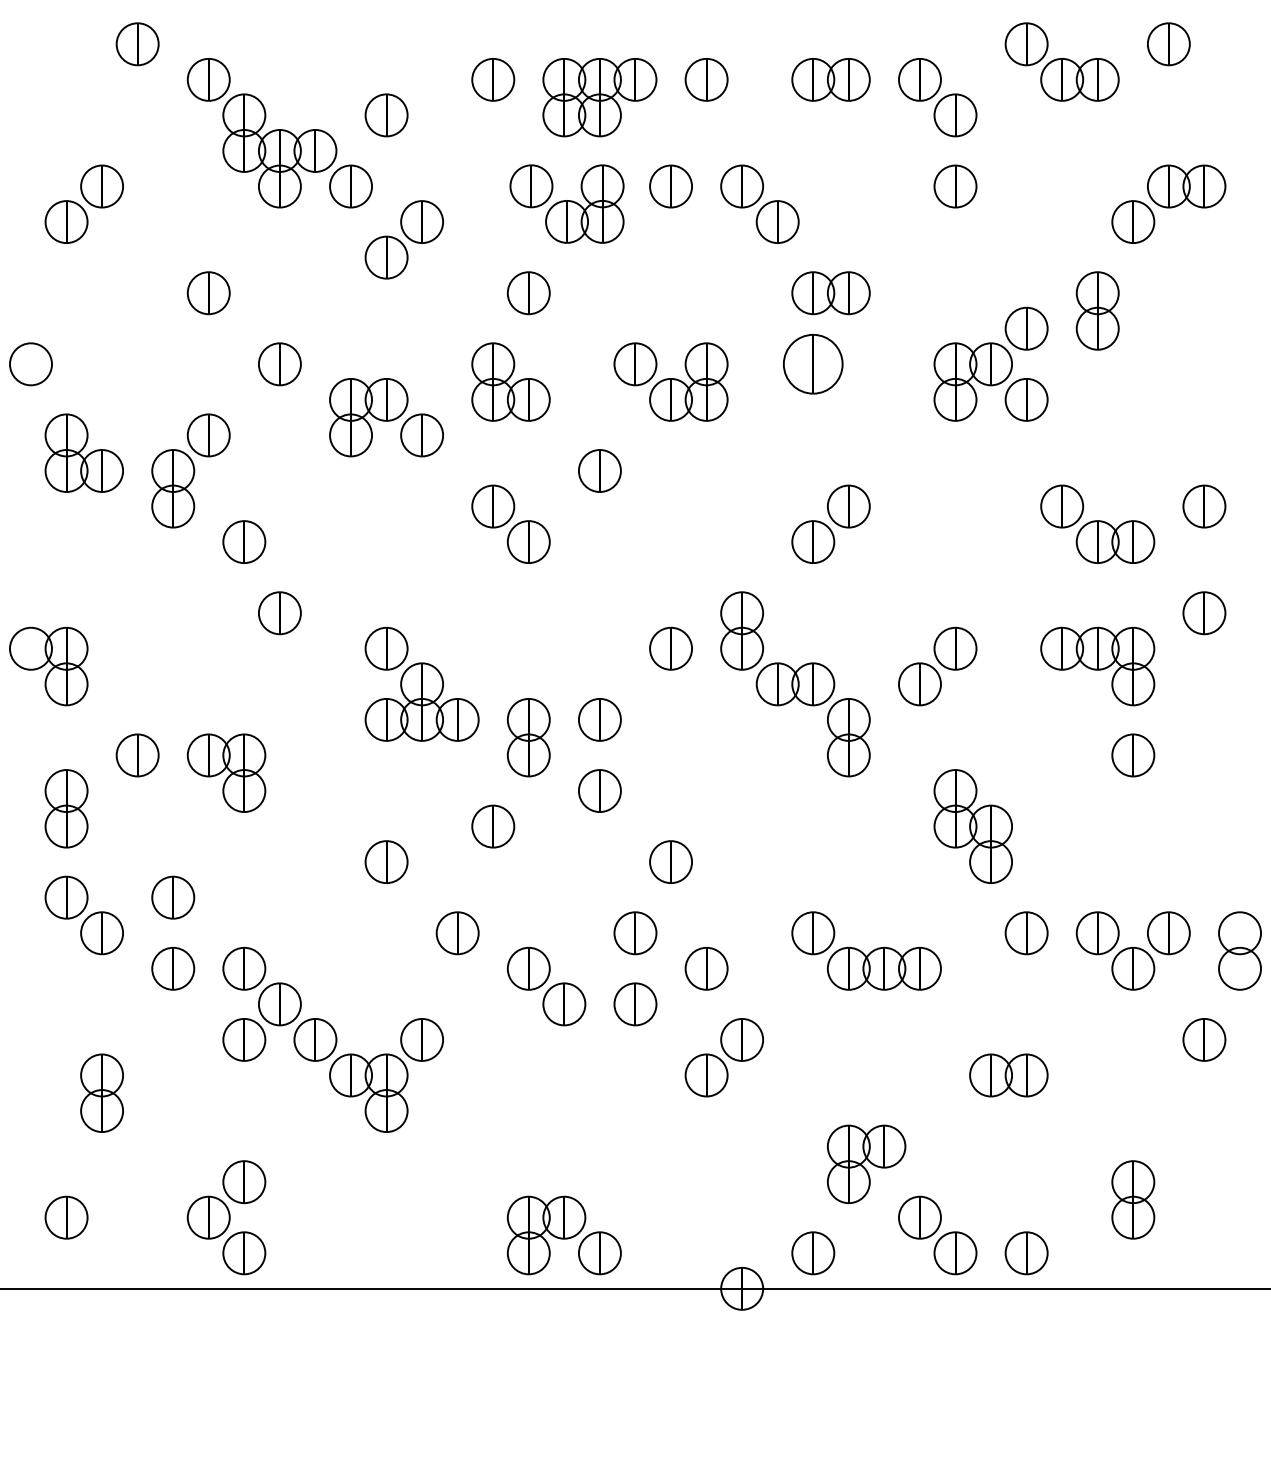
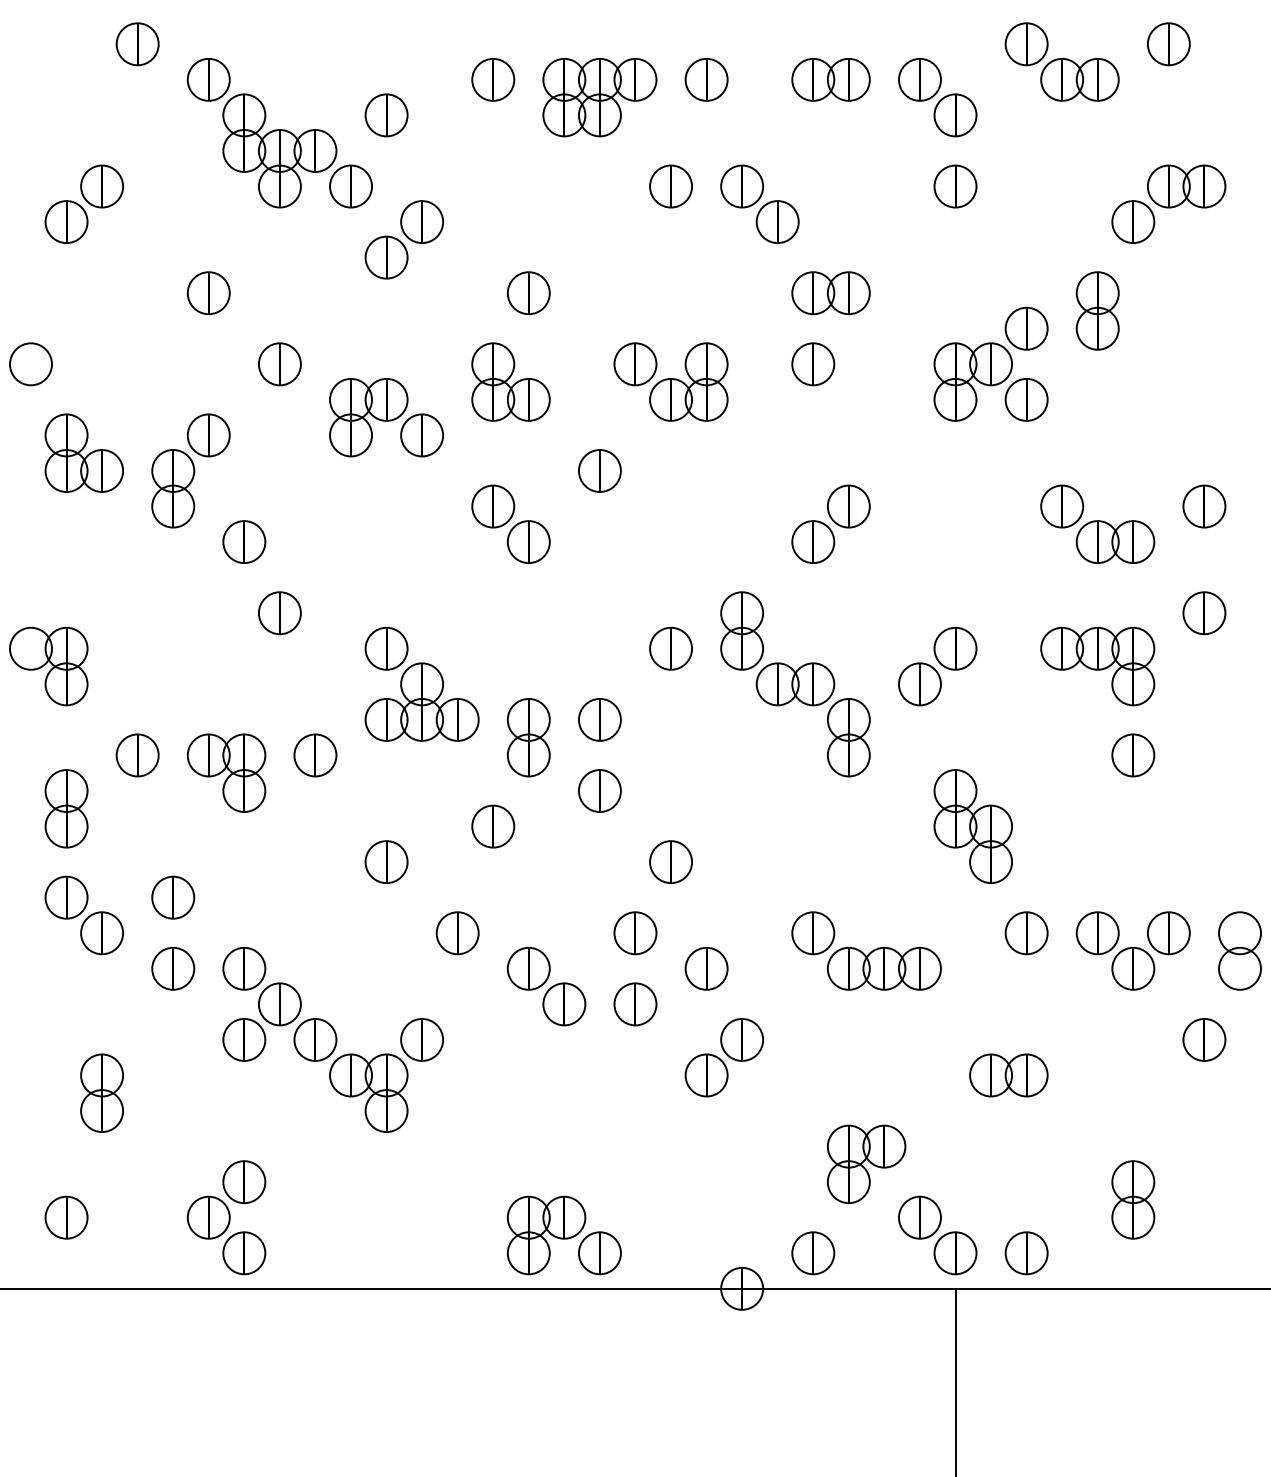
part at (566, 203): present -> none
part at (813, 364) size: 61x61 px -> 45x45 px
part at (315, 755): none -> present
line at (955, 1380): none -> present
